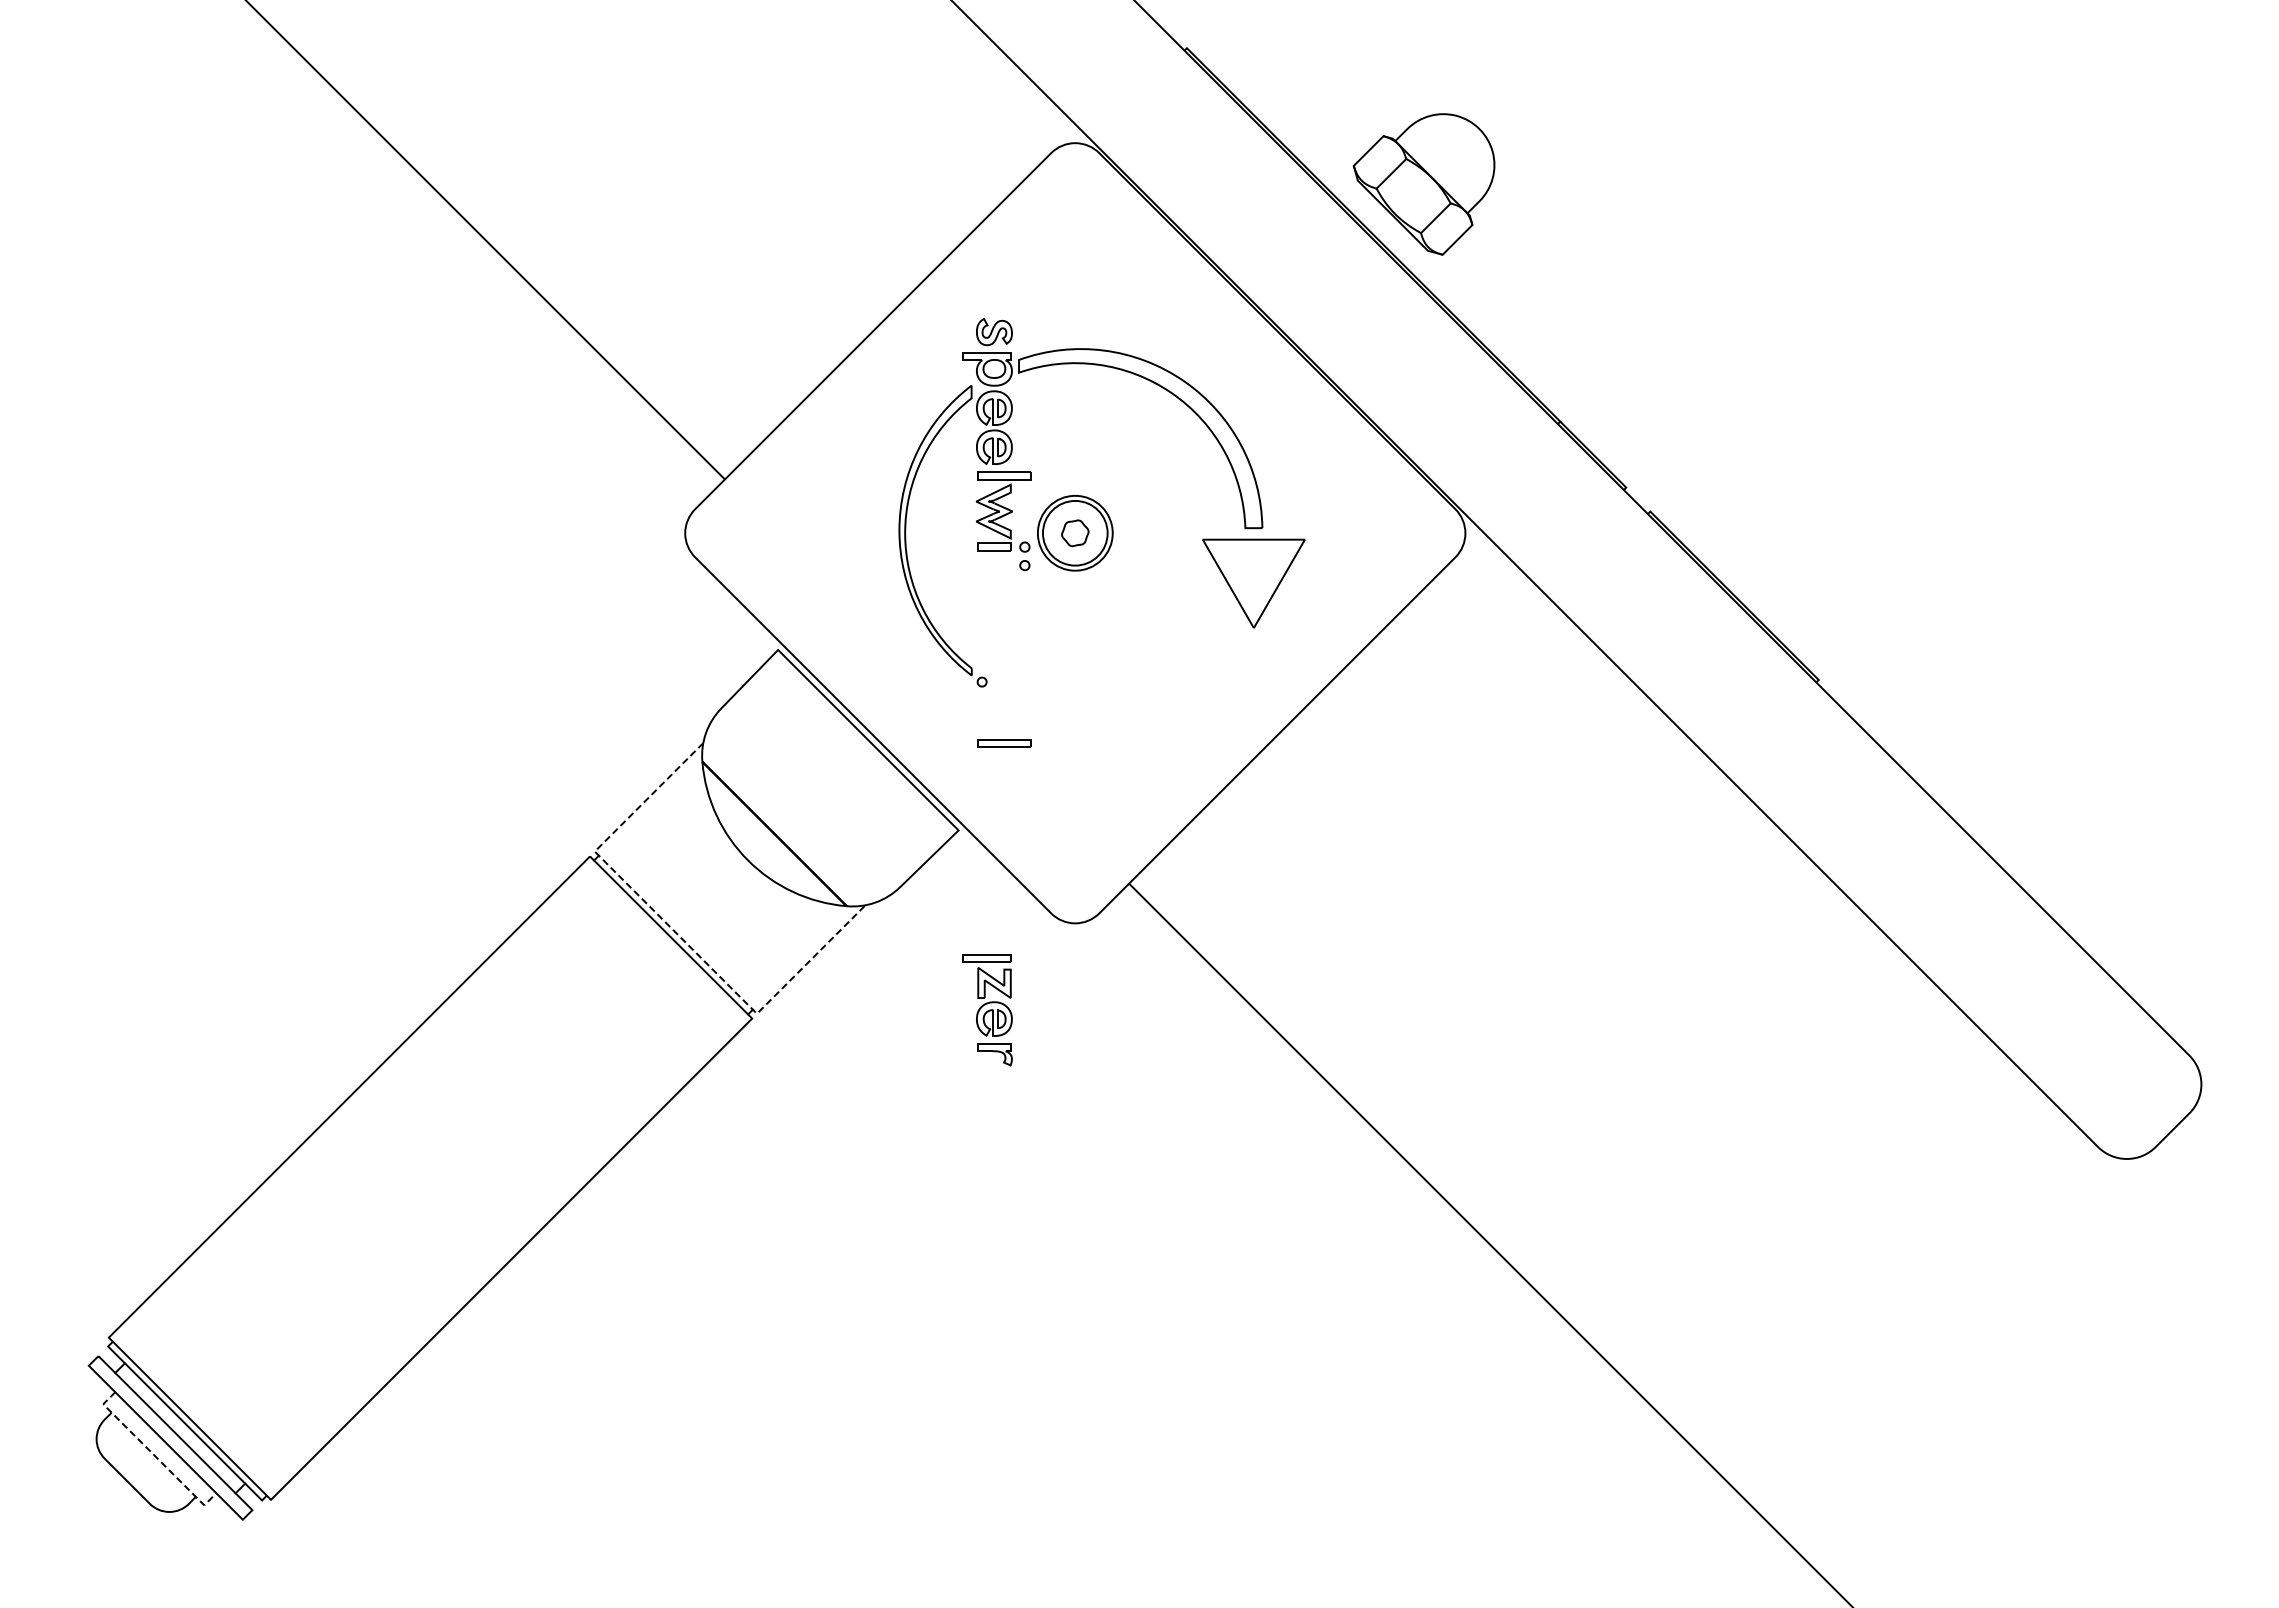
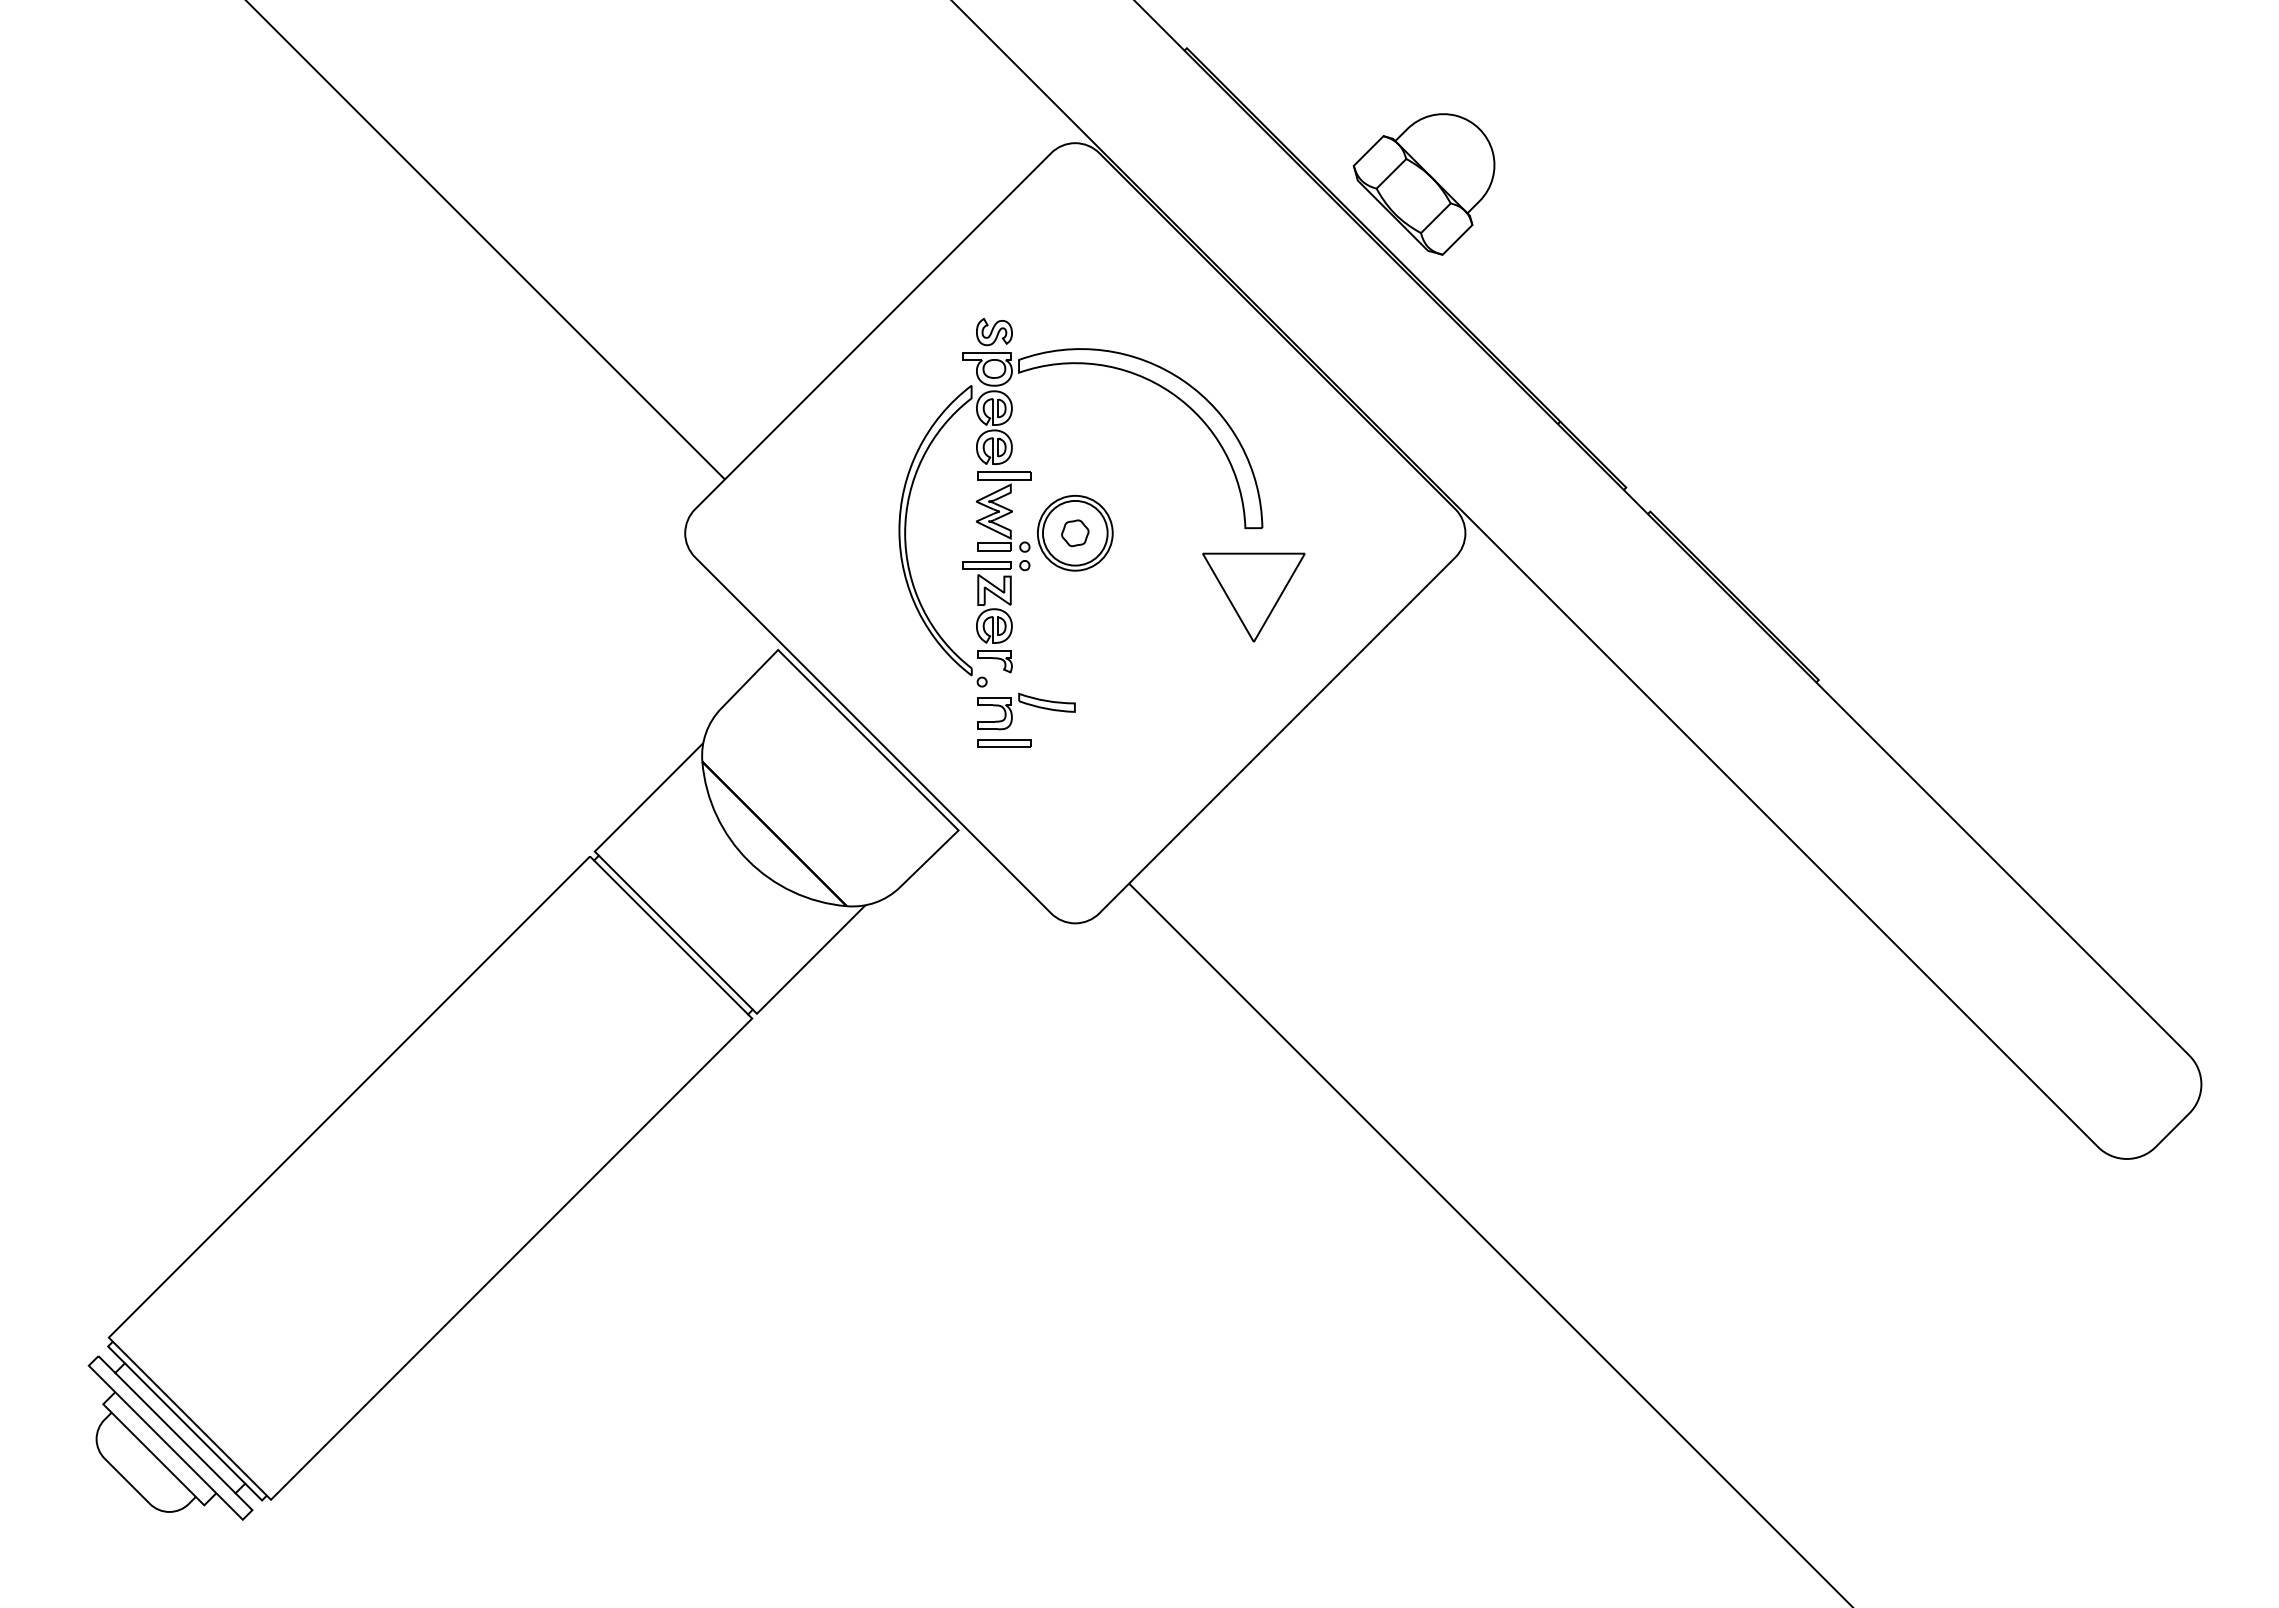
part at (1253, 583) position: (1253, 583) -> (1253, 597)
part at (1028, 705): none -> present
line at (675, 932): dashed -> solid
part at (987, 1010) position: (987, 1010) -> (987, 617)
line at (154, 1455): dashed -> solid
